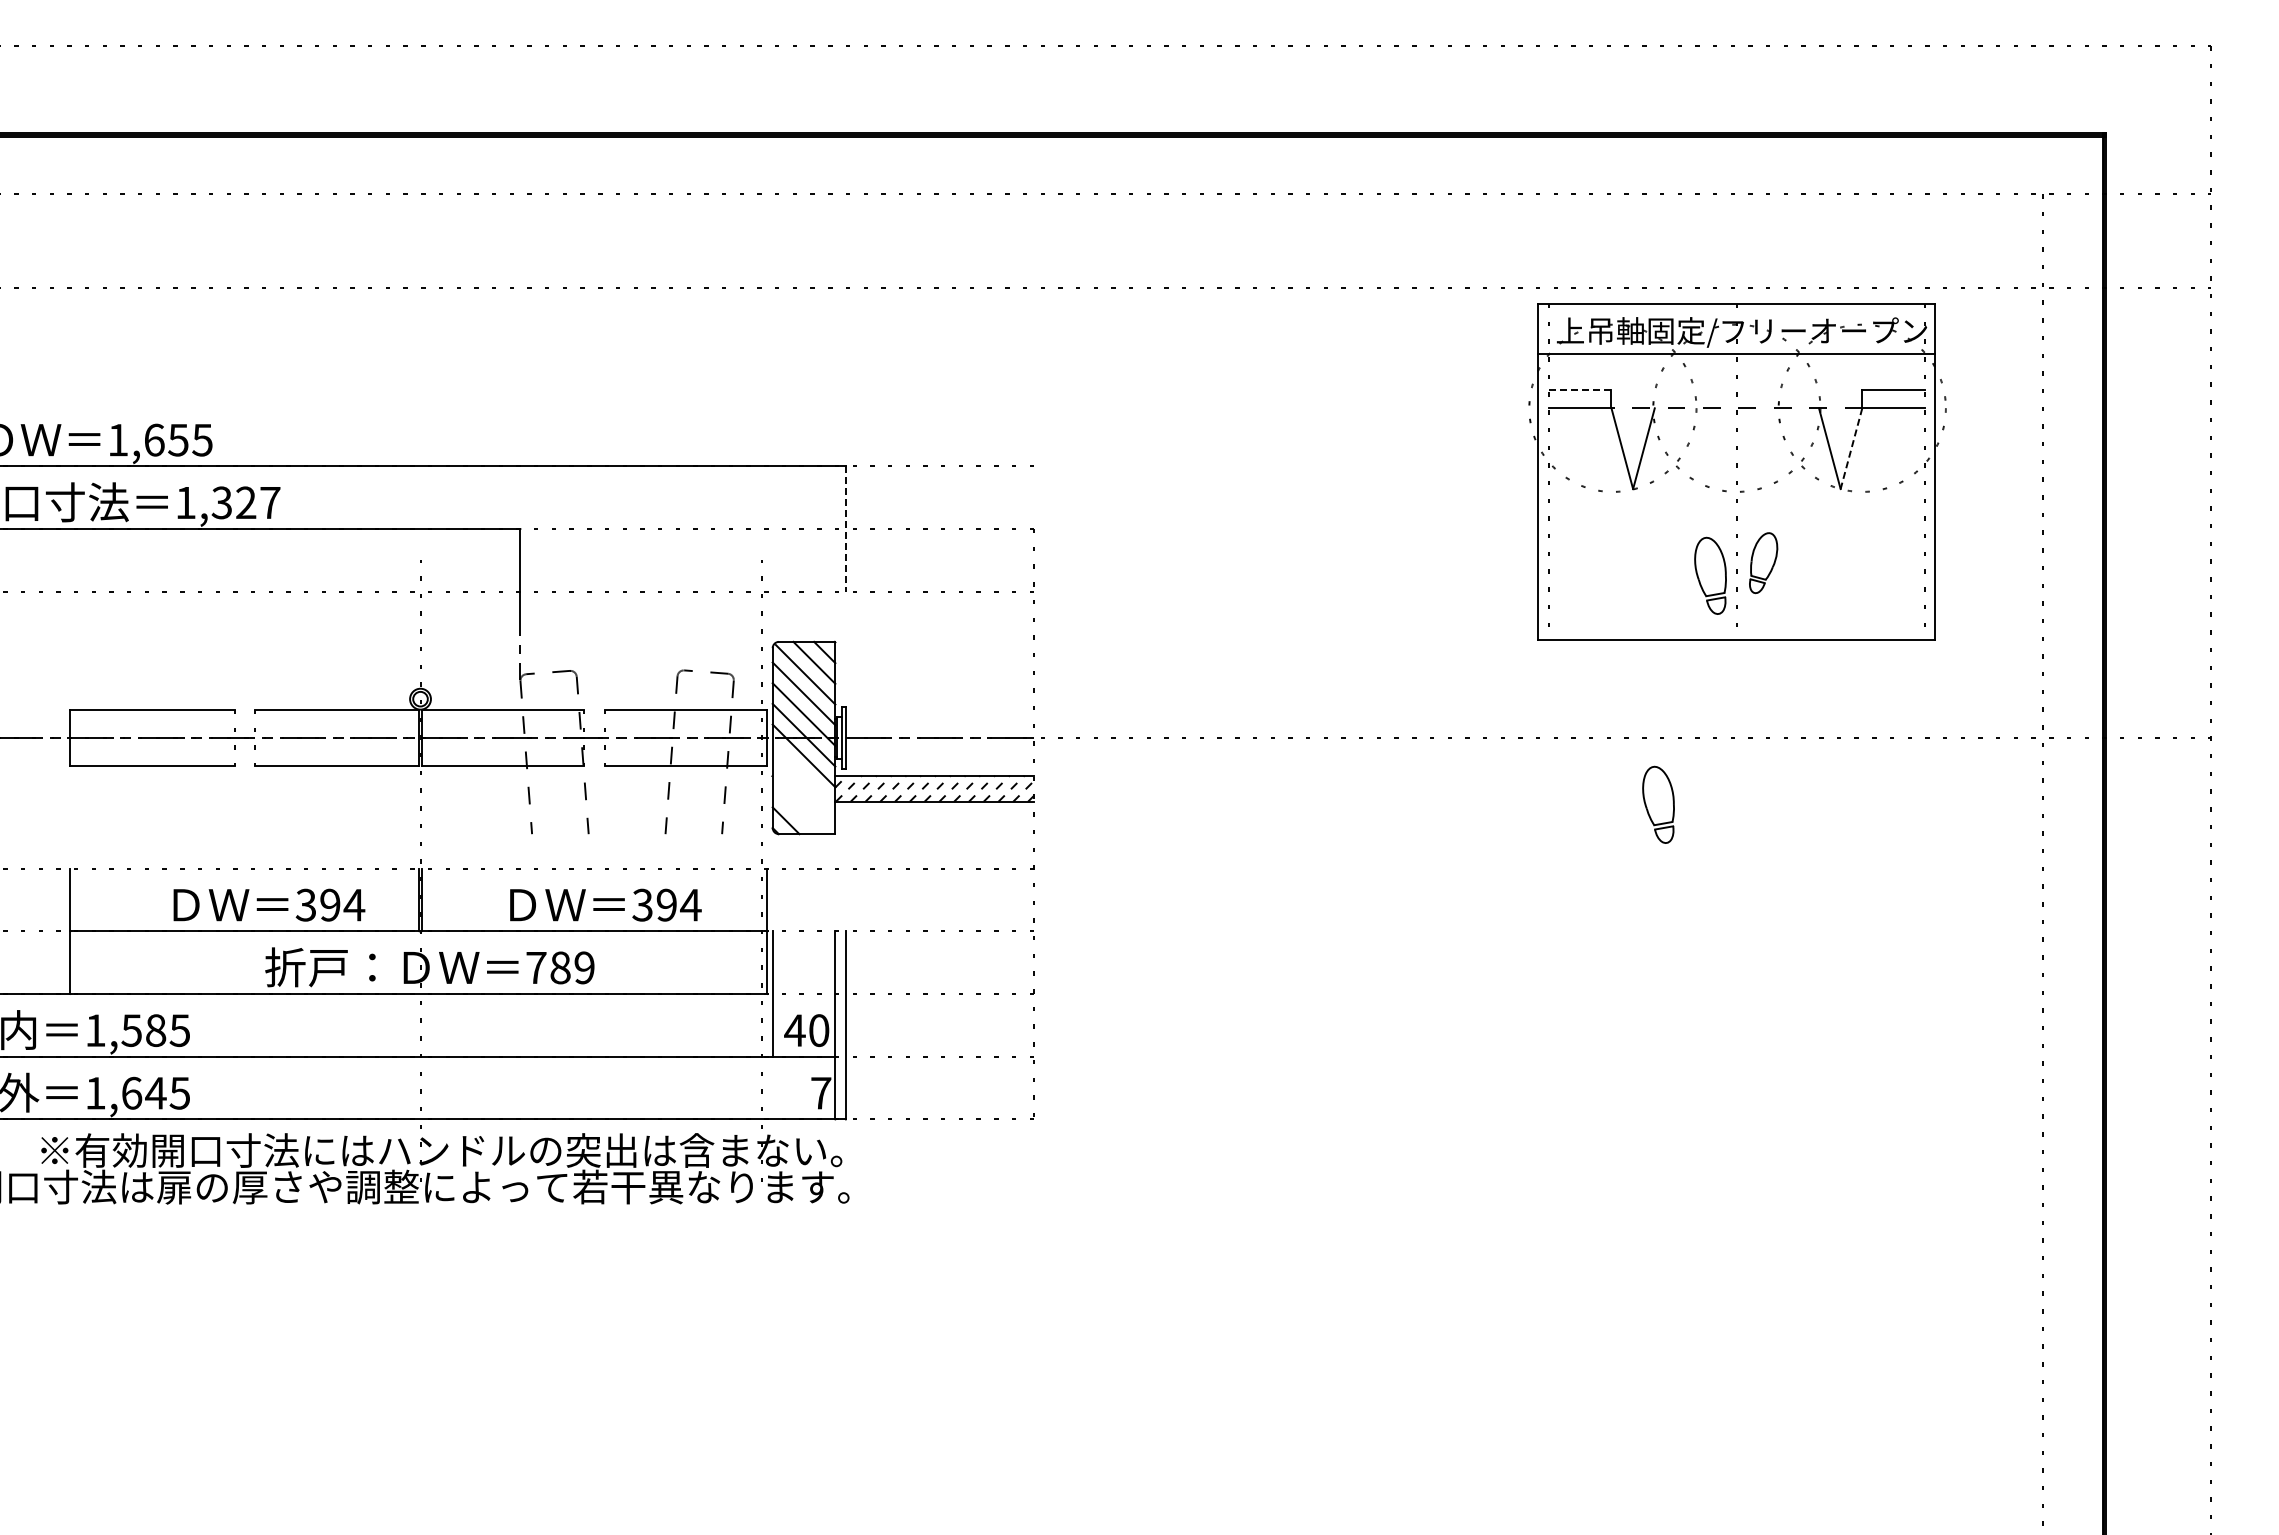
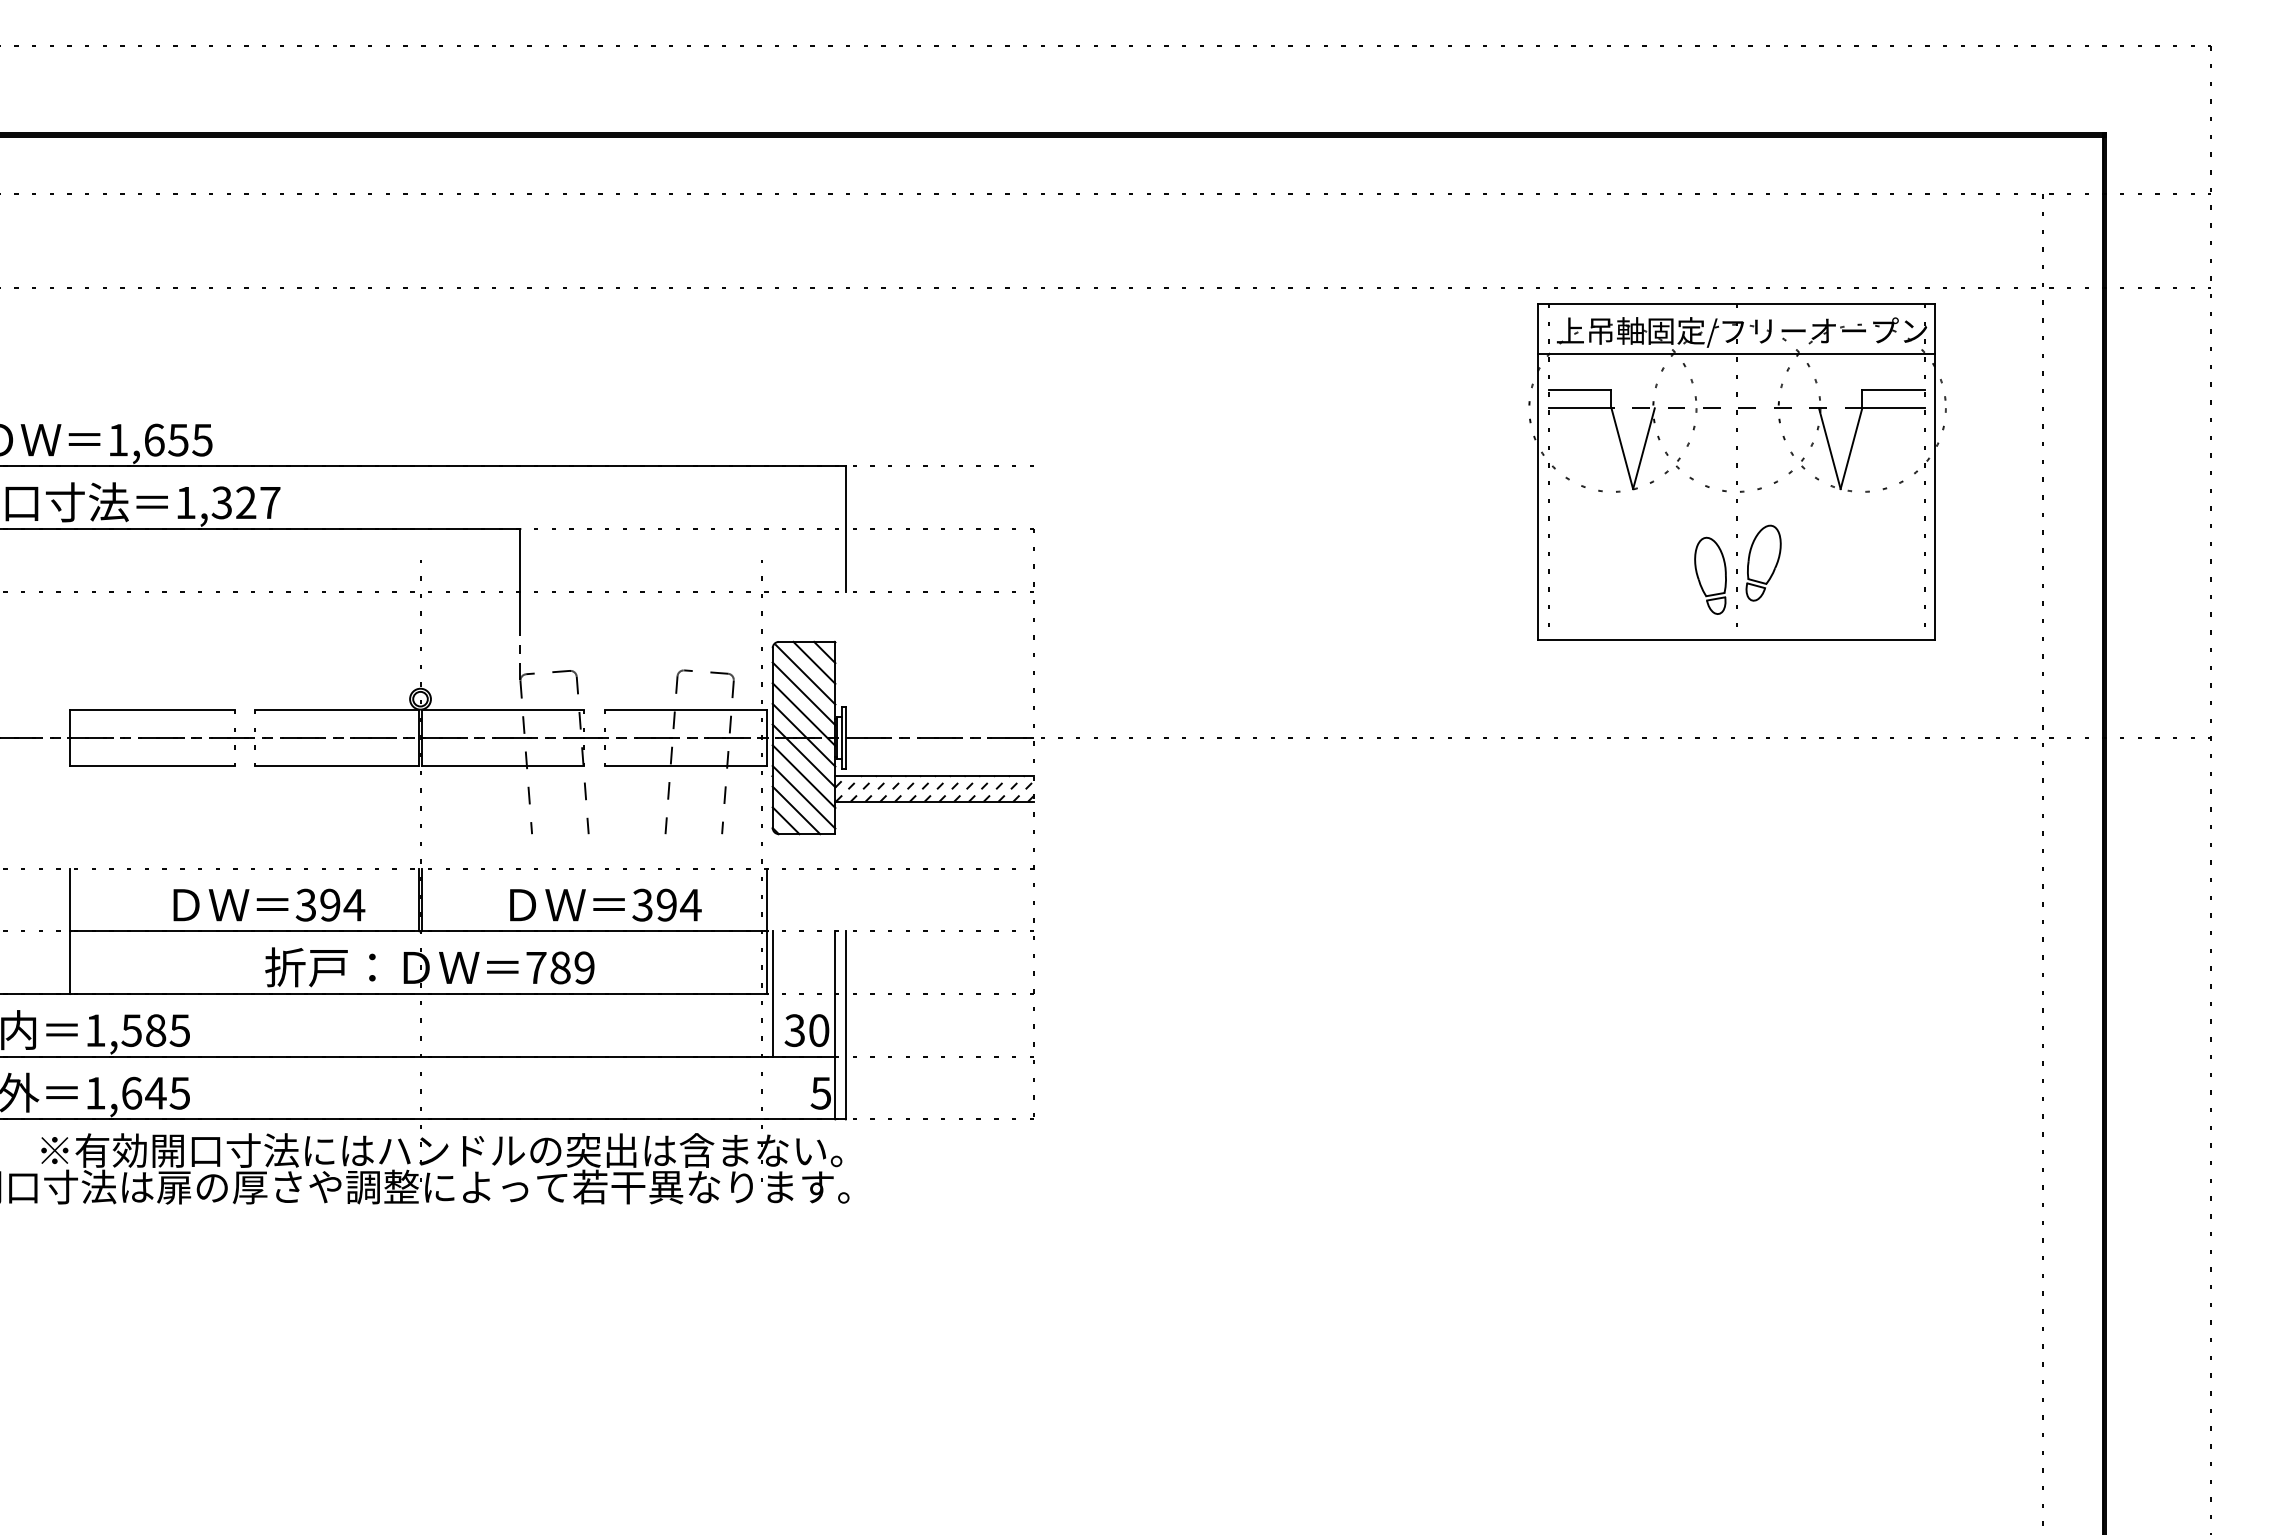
line at (1579, 389): dashed -> solid
line at (1851, 448): dashed -> solid
line at (845, 529): dashed -> solid
part at (1763, 563) size: 30x63 px -> 37x78 px
line at (803, 776): none -> present
line at (803, 796): none -> present
part at (1658, 804): present -> none
line at (796, 810): none -> present
text at (794, 1030): 40 -> 30
text at (820, 1093): 7 -> 5
